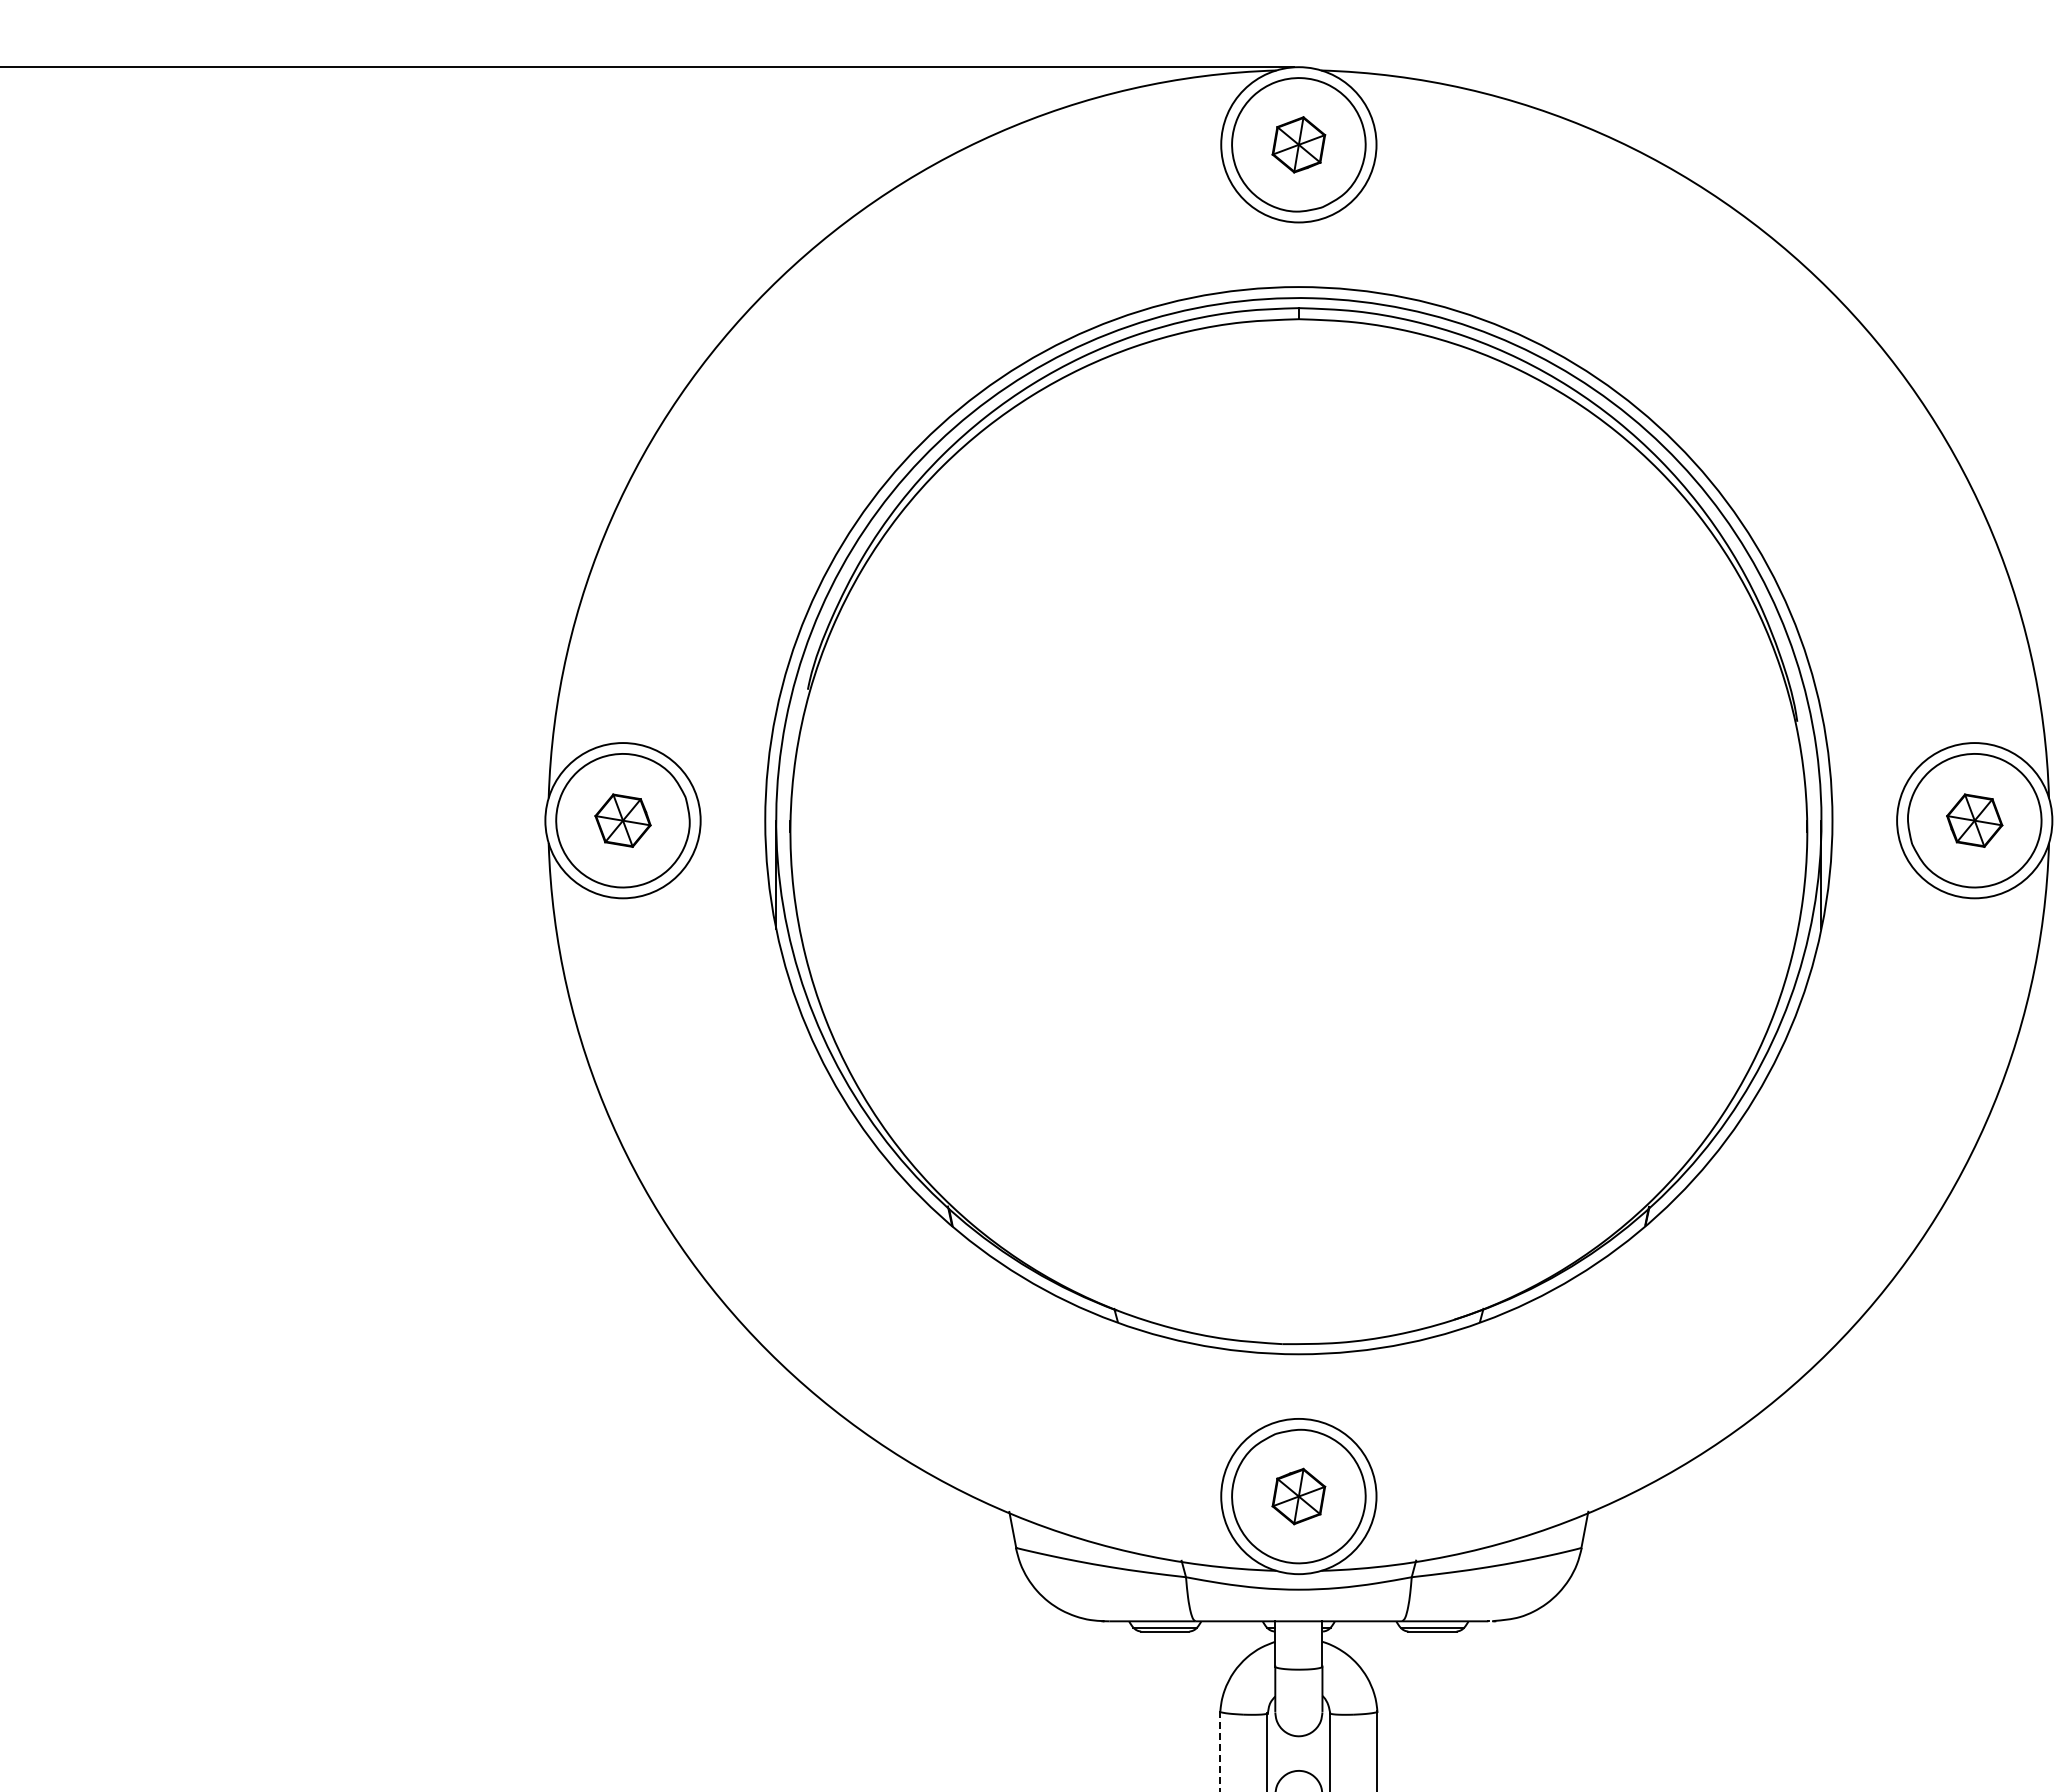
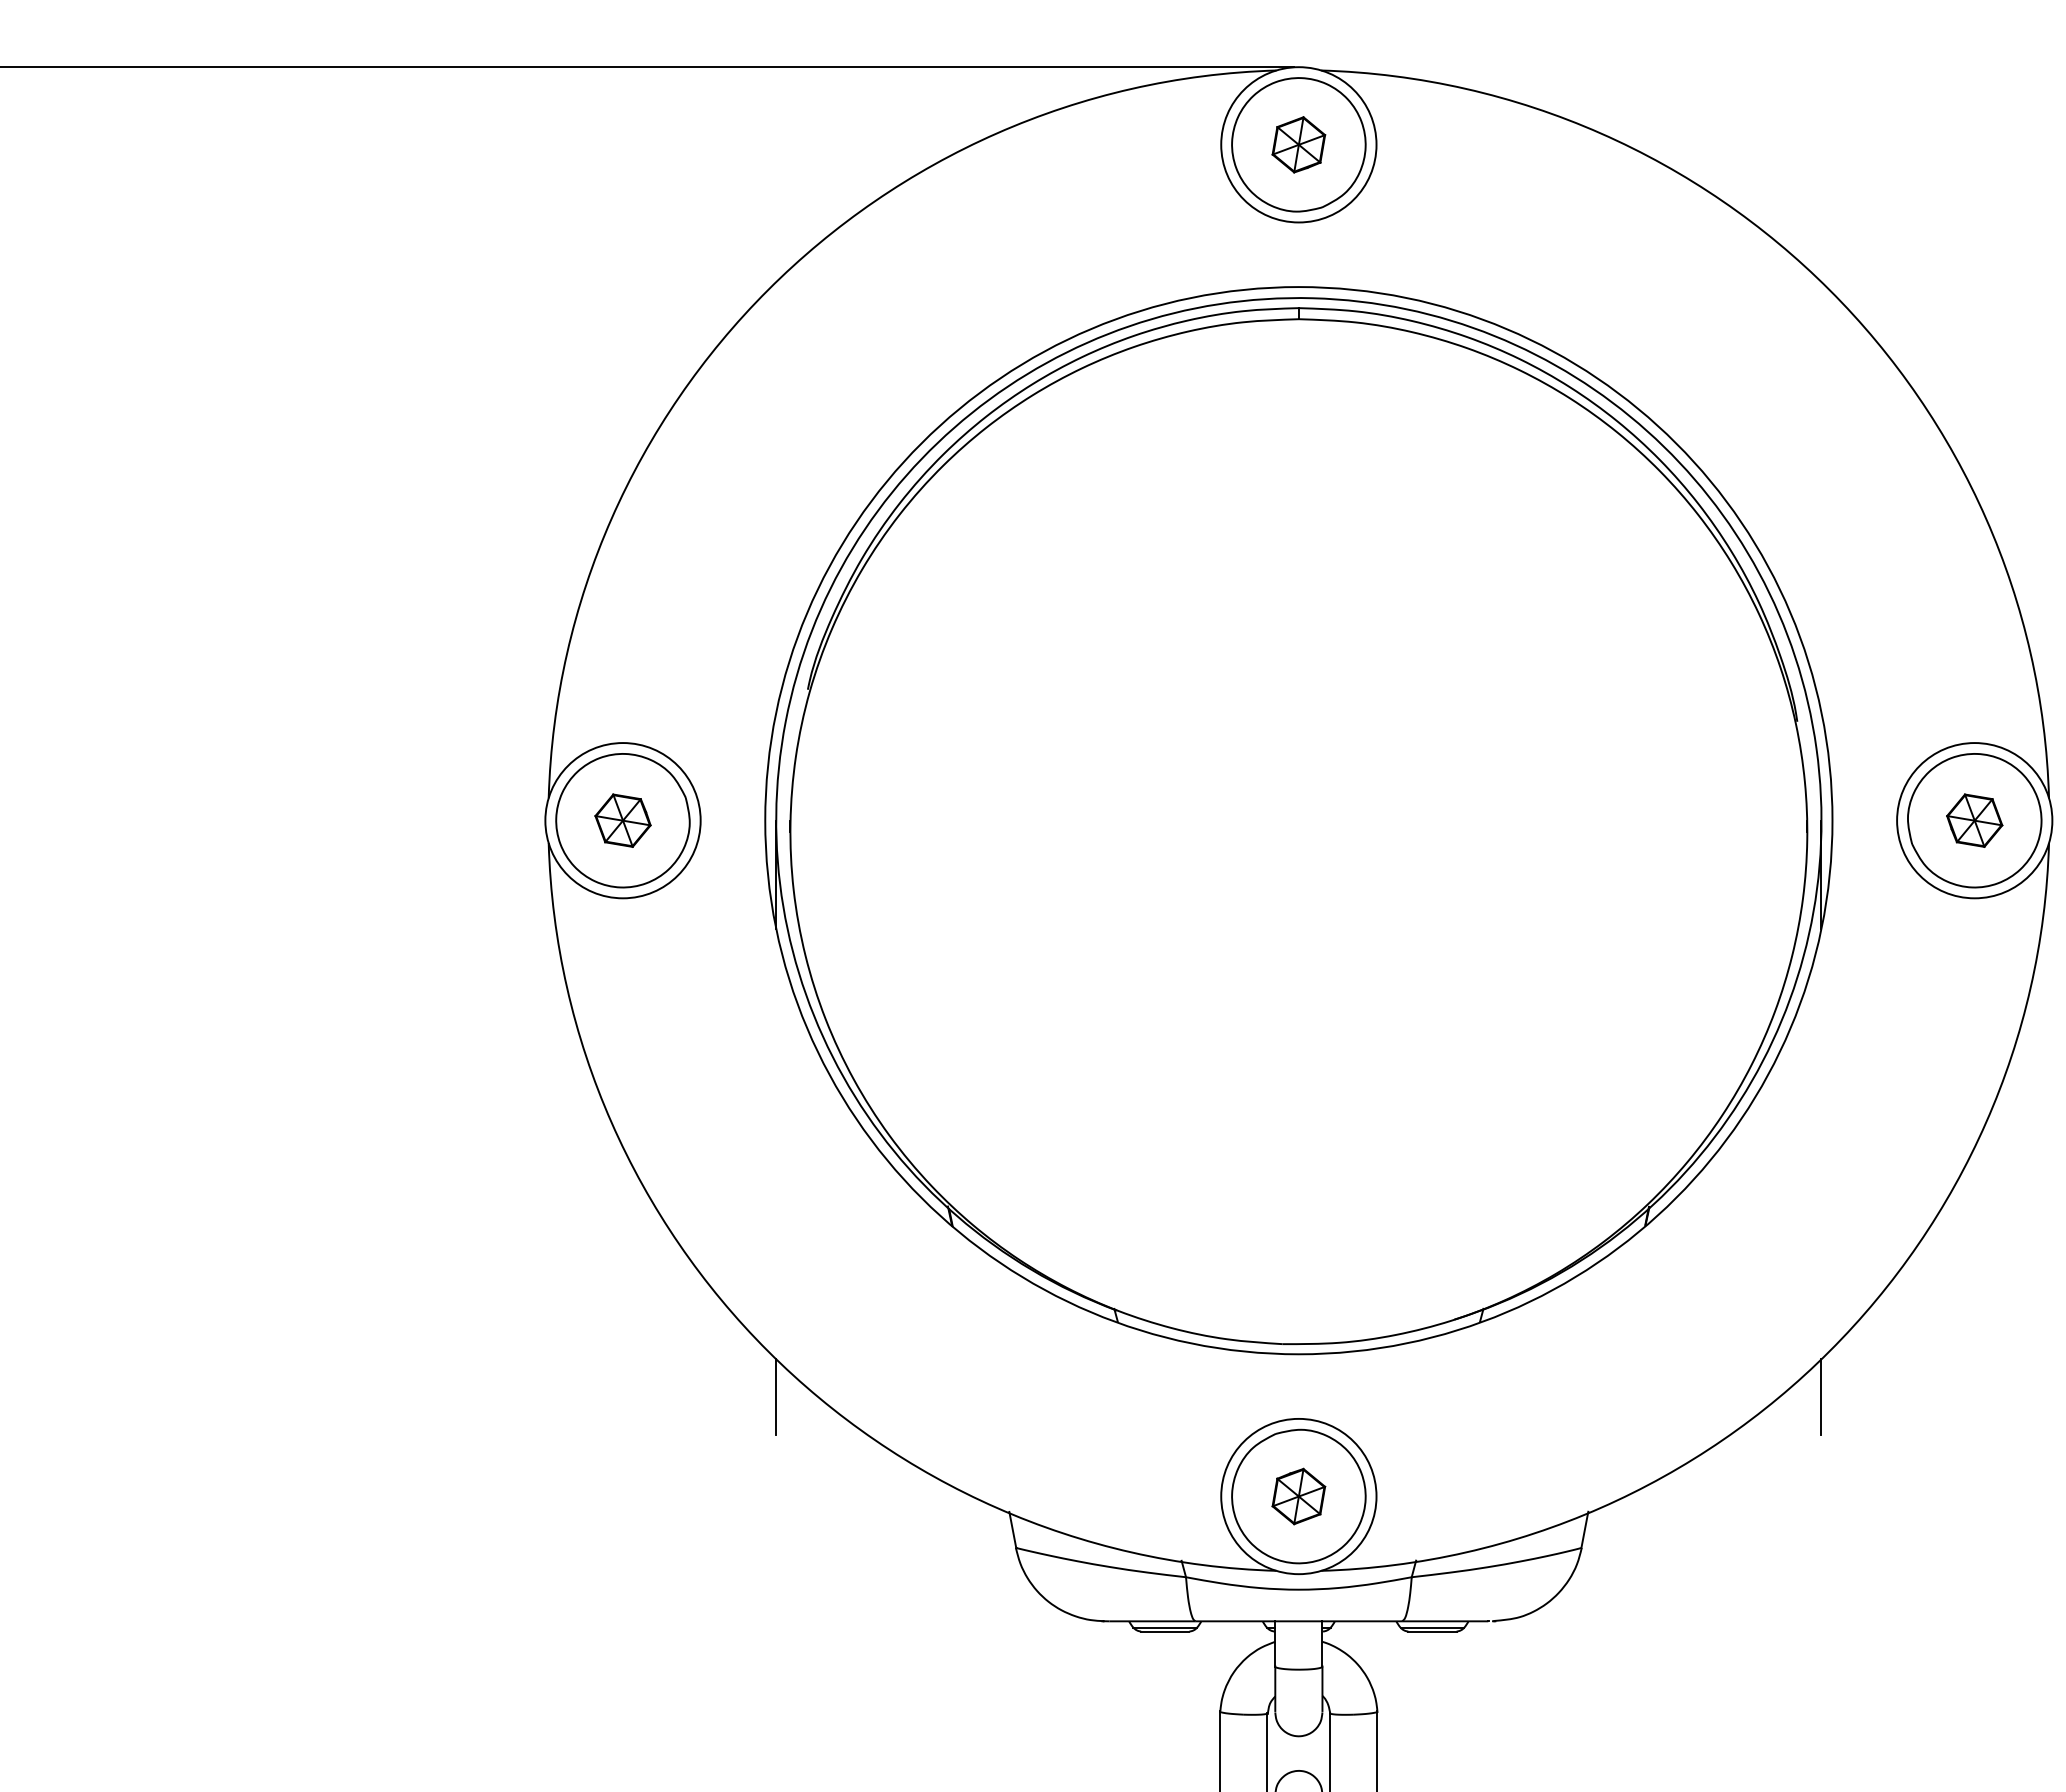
line at (776, 1396): none -> present
line at (1821, 1396): none -> present
line at (1220, 1751): dashed -> solid
